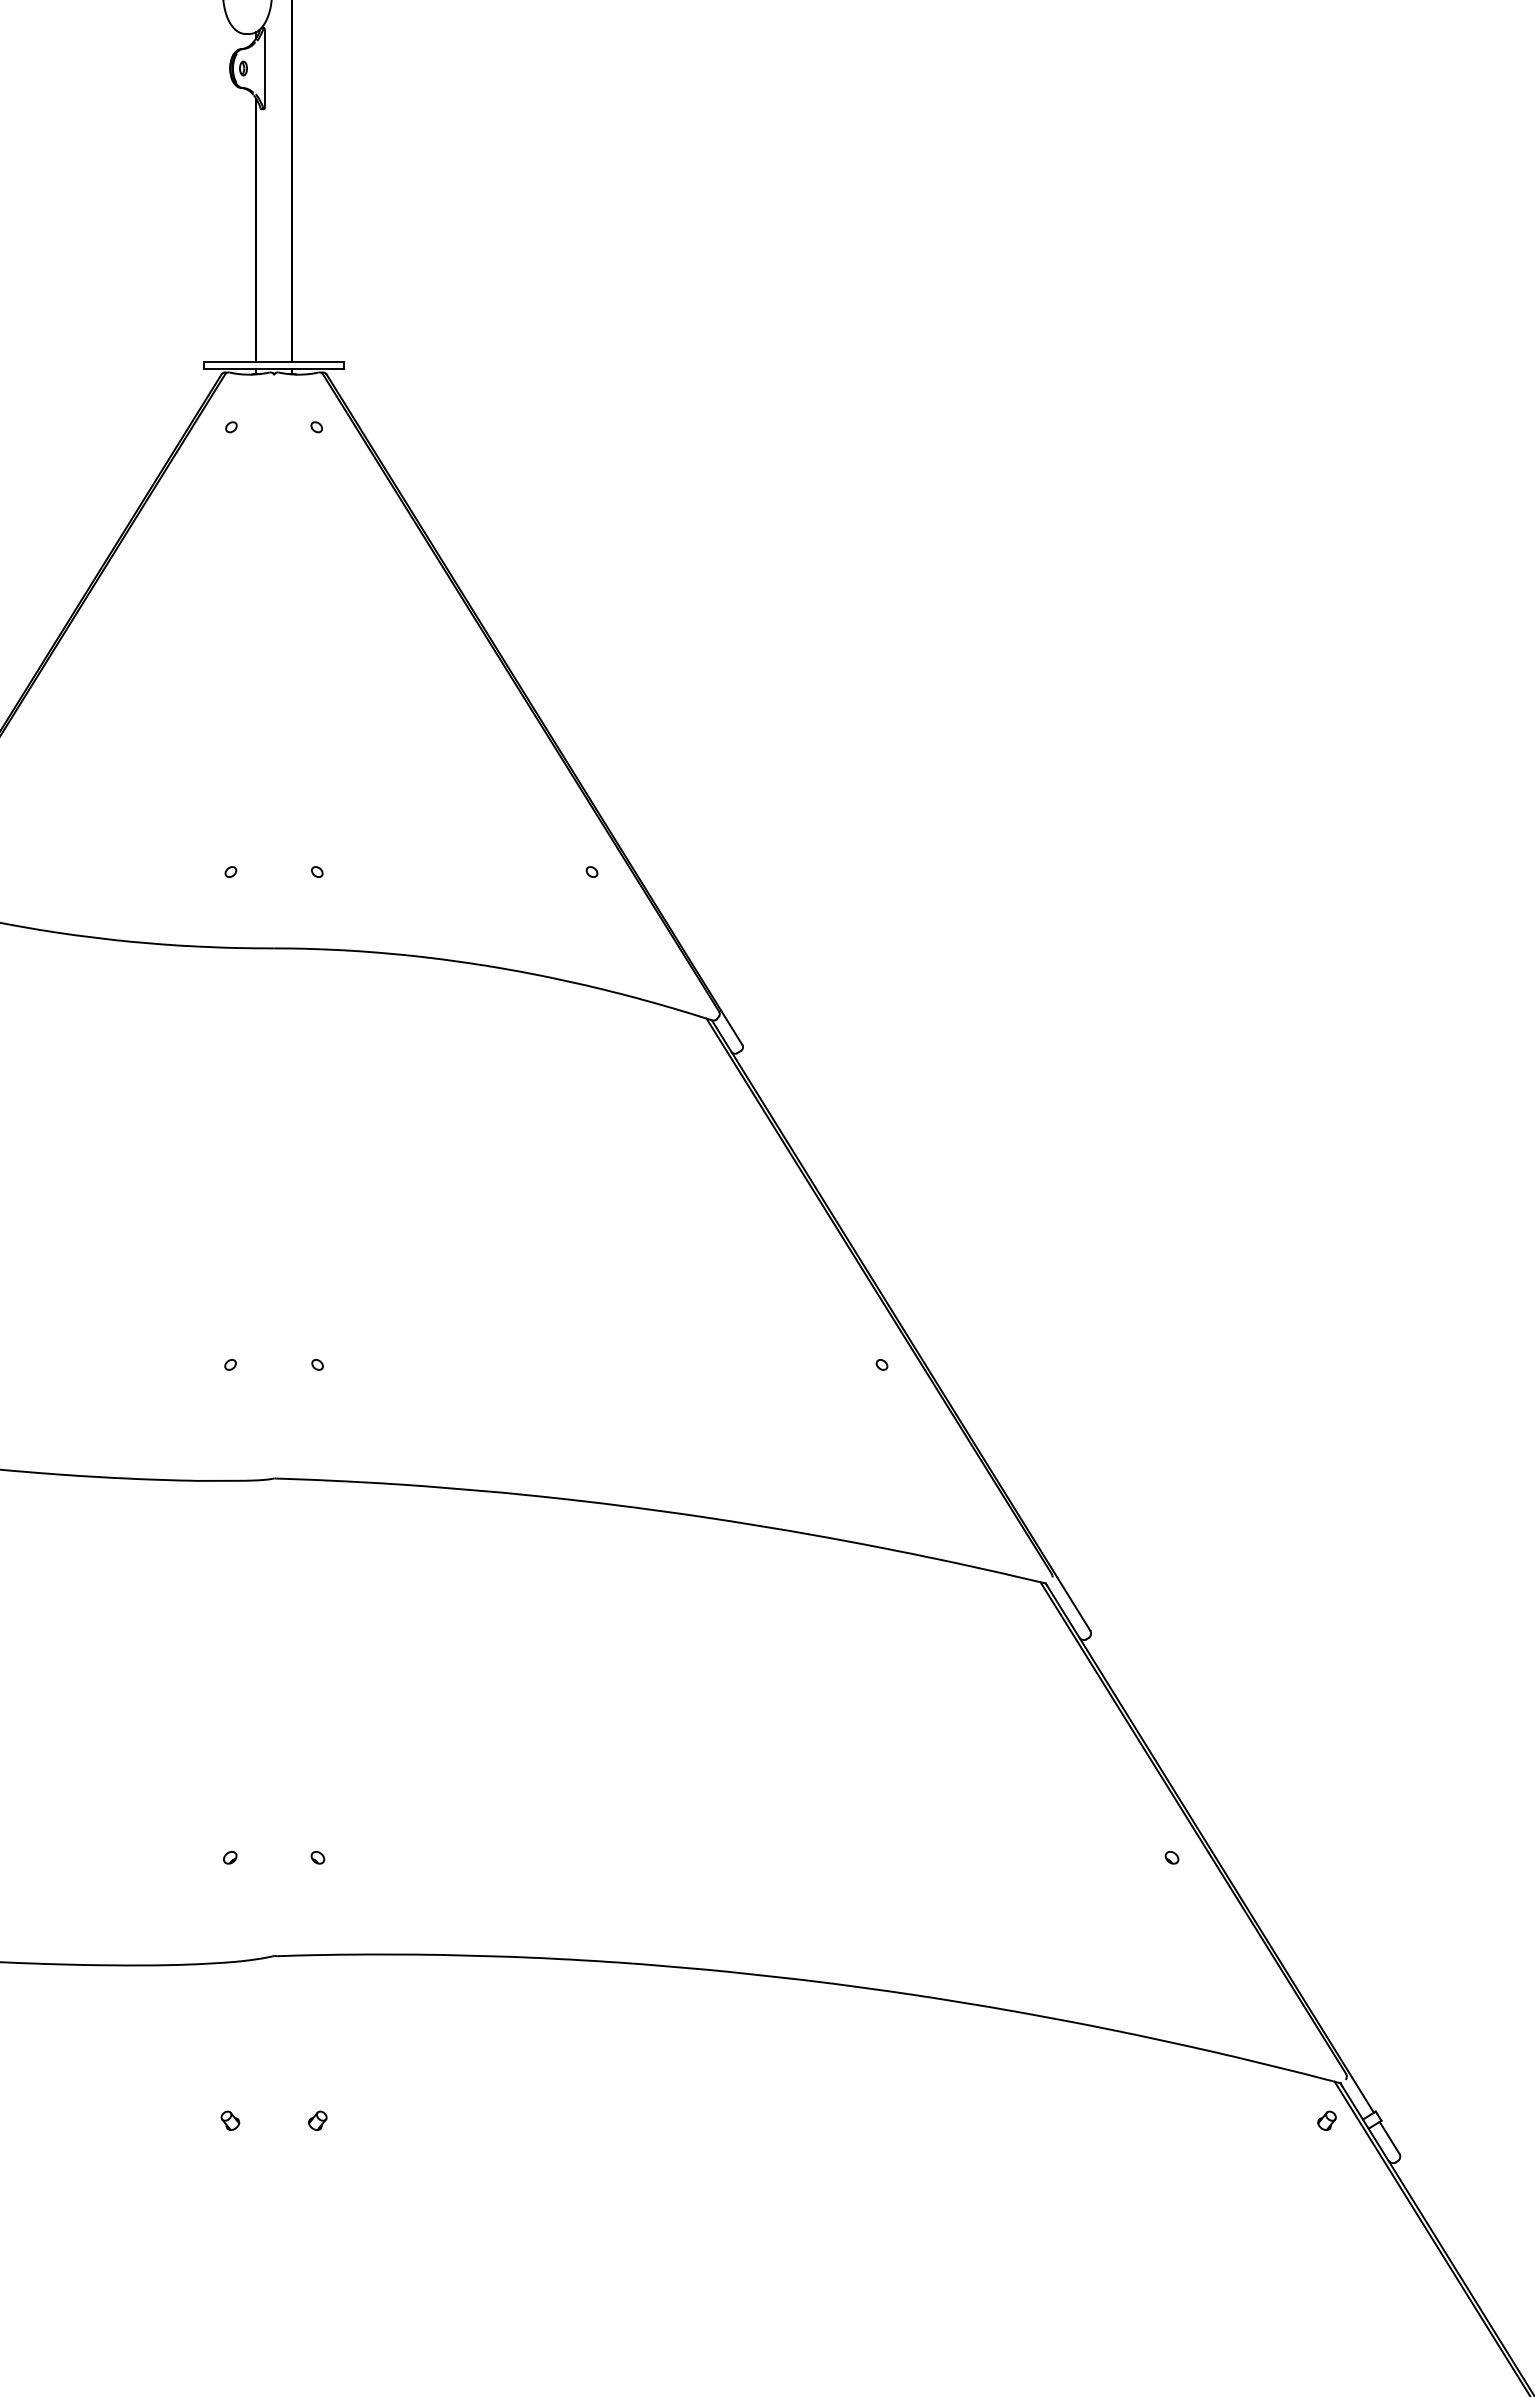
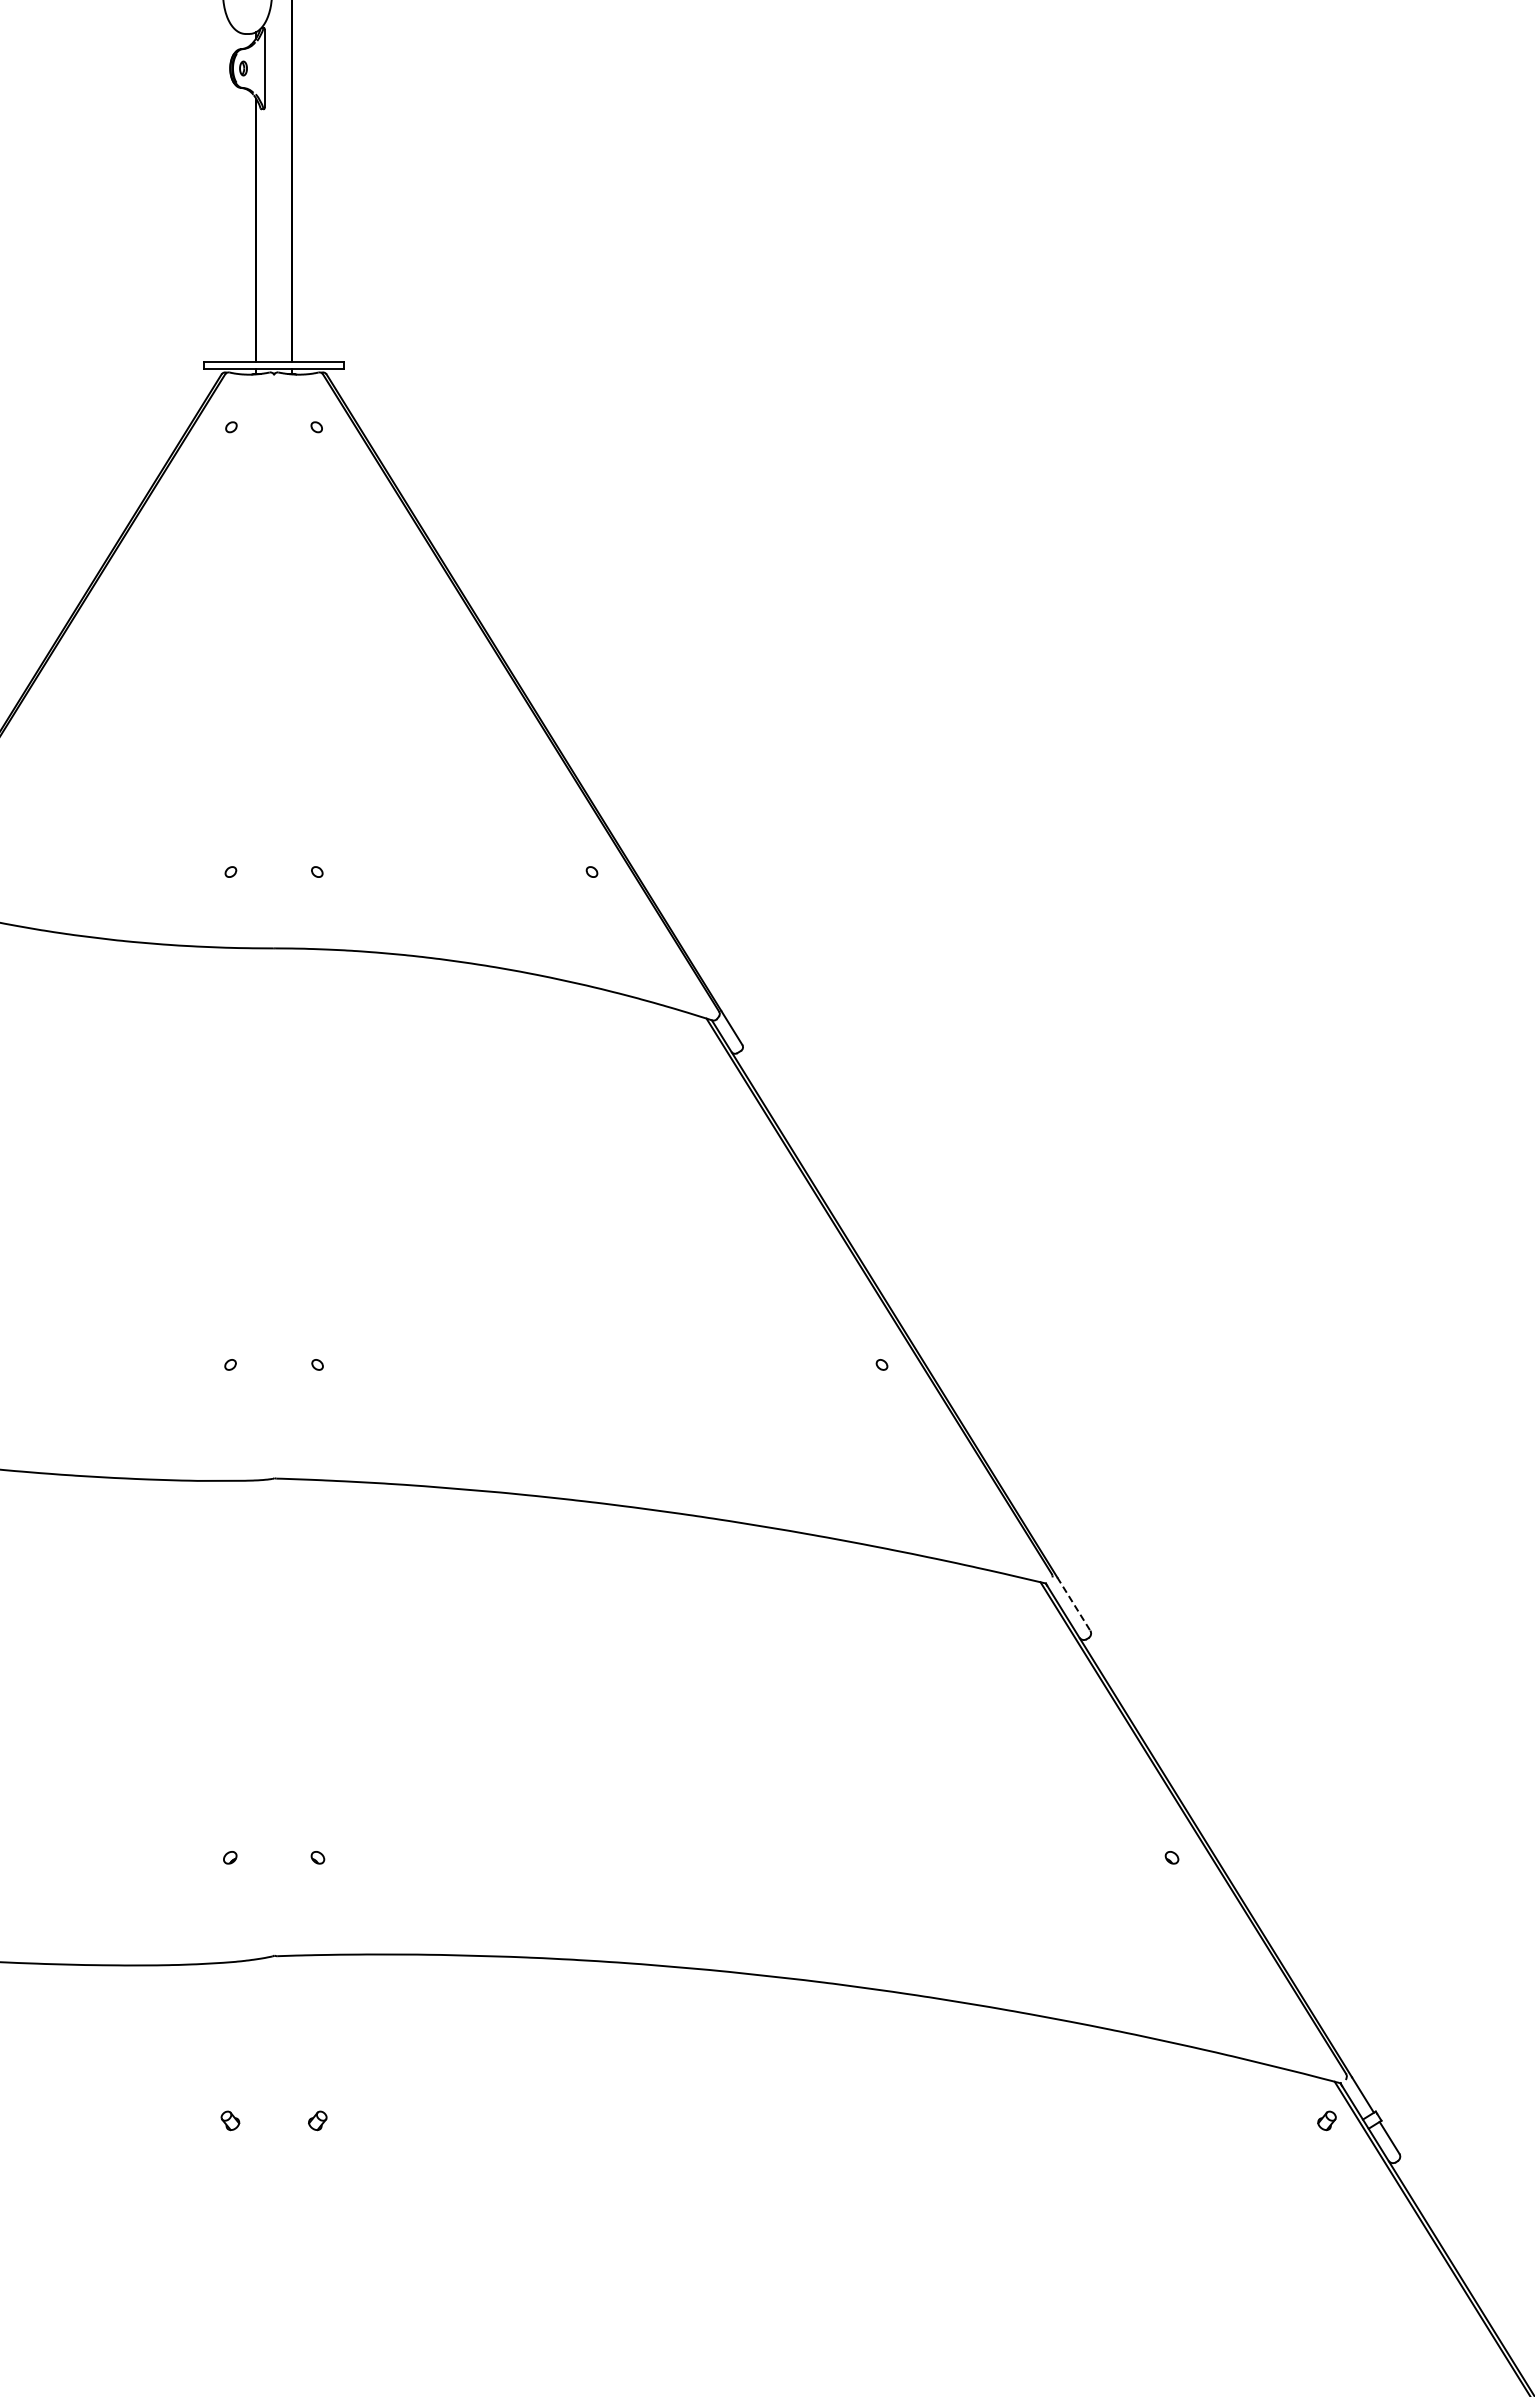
line at (1074, 1604): solid -> dashed
